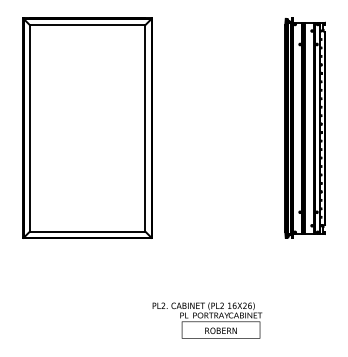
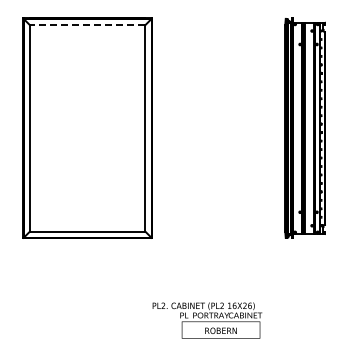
line at (87, 25): solid -> dashed
